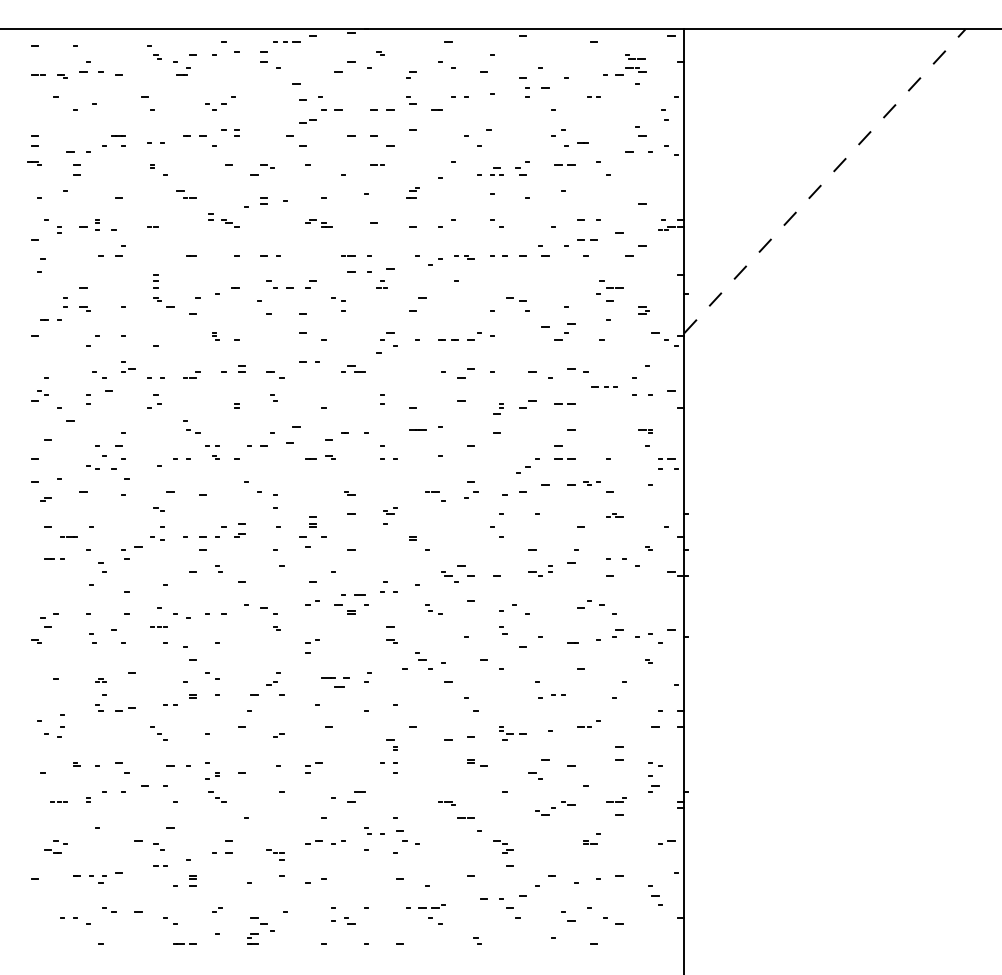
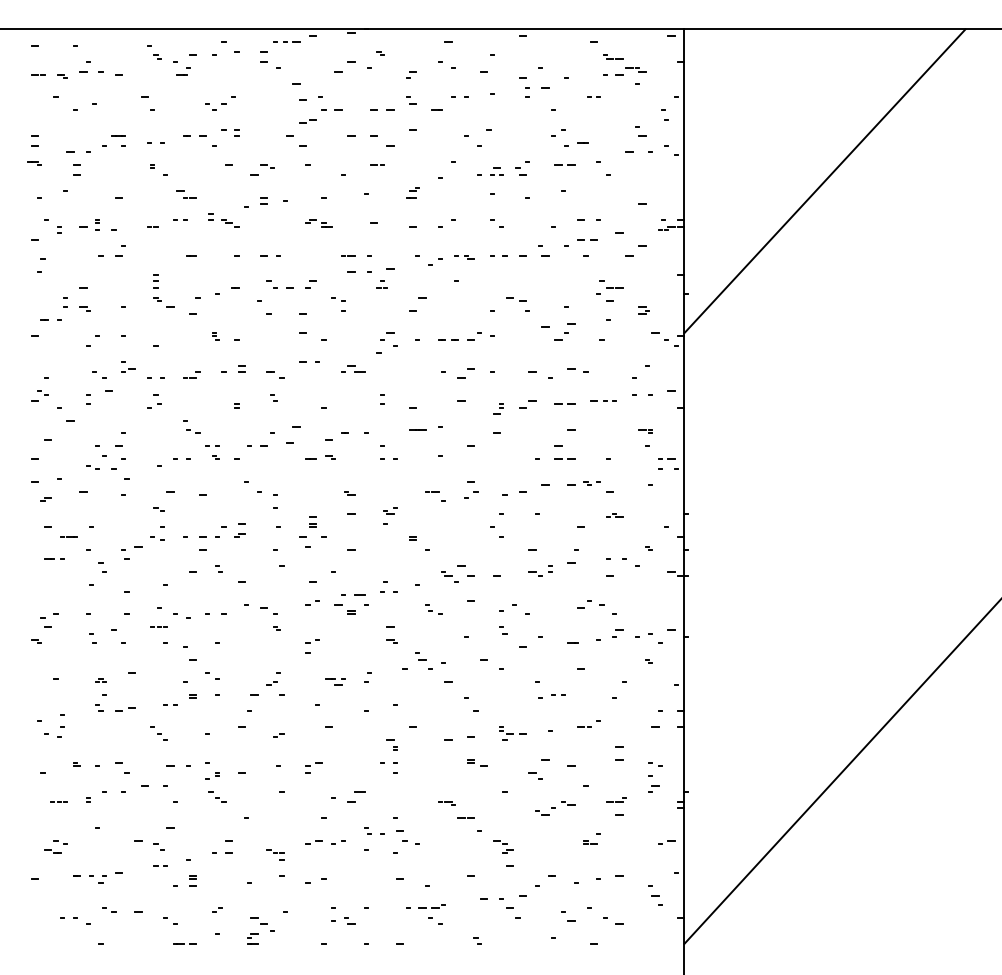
part at (635, 56) position: (635, 56) -> (613, 56)
line at (824, 181): dashed -> solid
line at (177, 219): none -> present
line at (604, 386) position: (604, 386) -> (603, 400)
part at (523, 469): present -> none
part at (335, 682) size: 29x11 px -> 21x8 px
line at (841, 772): none -> present
